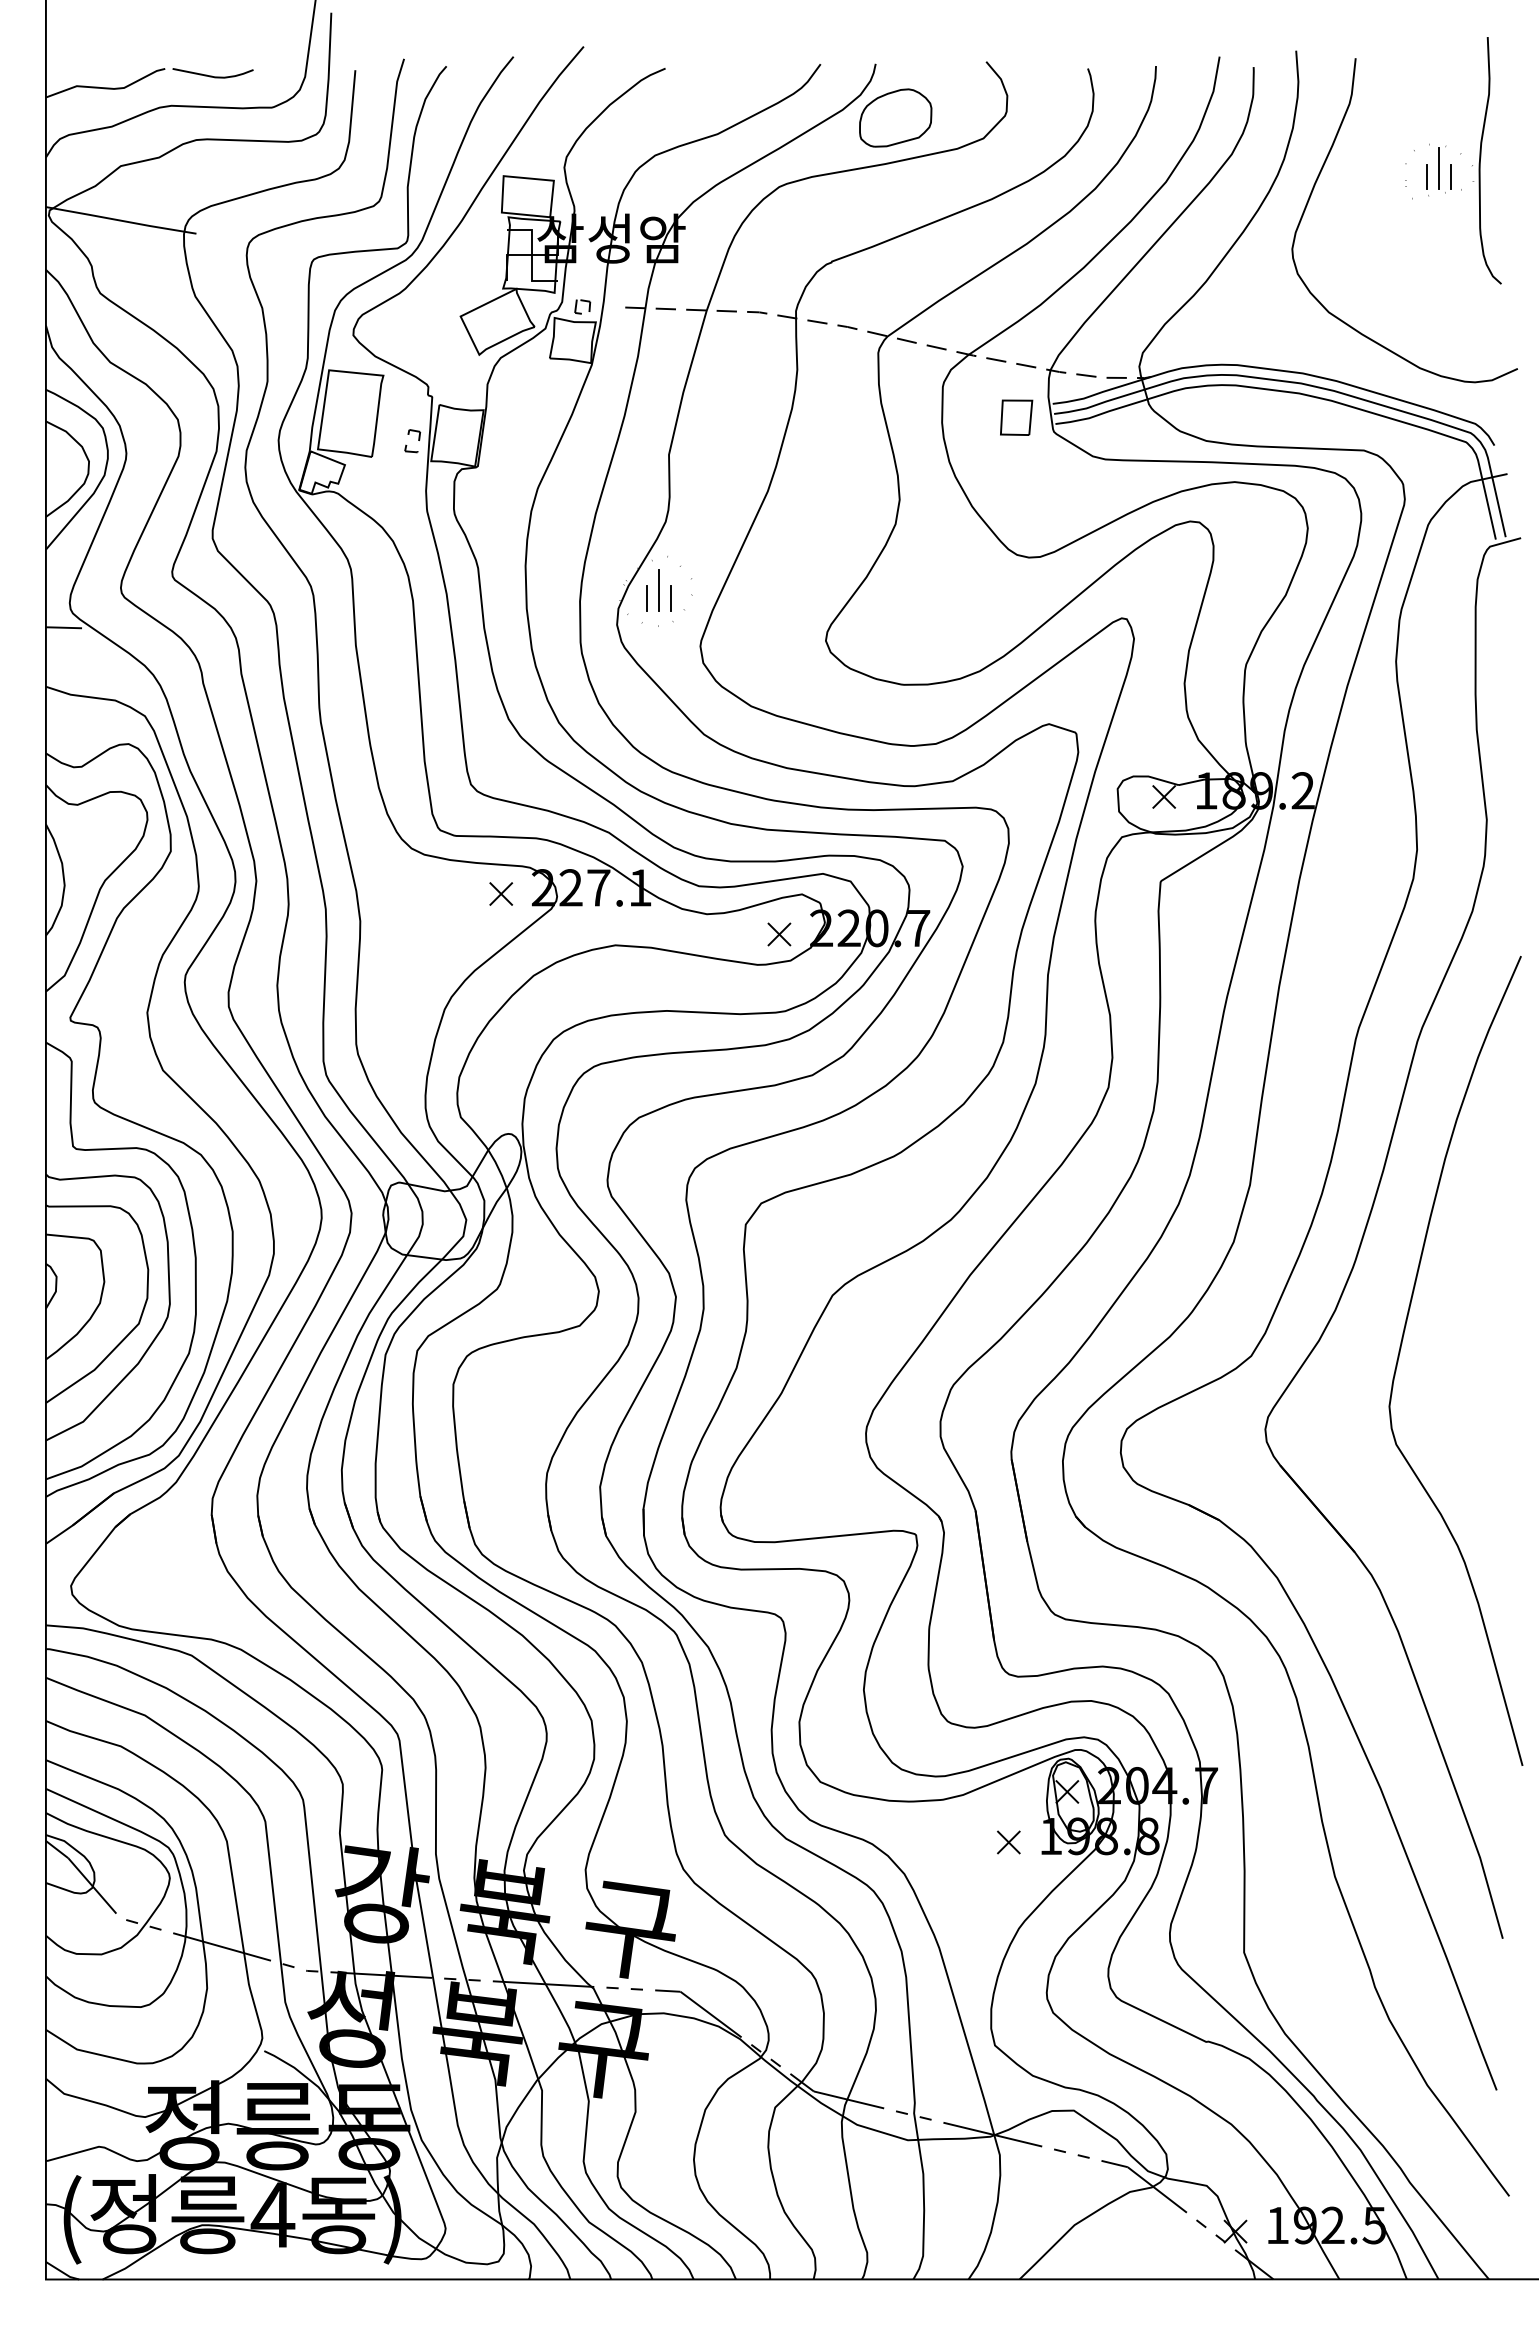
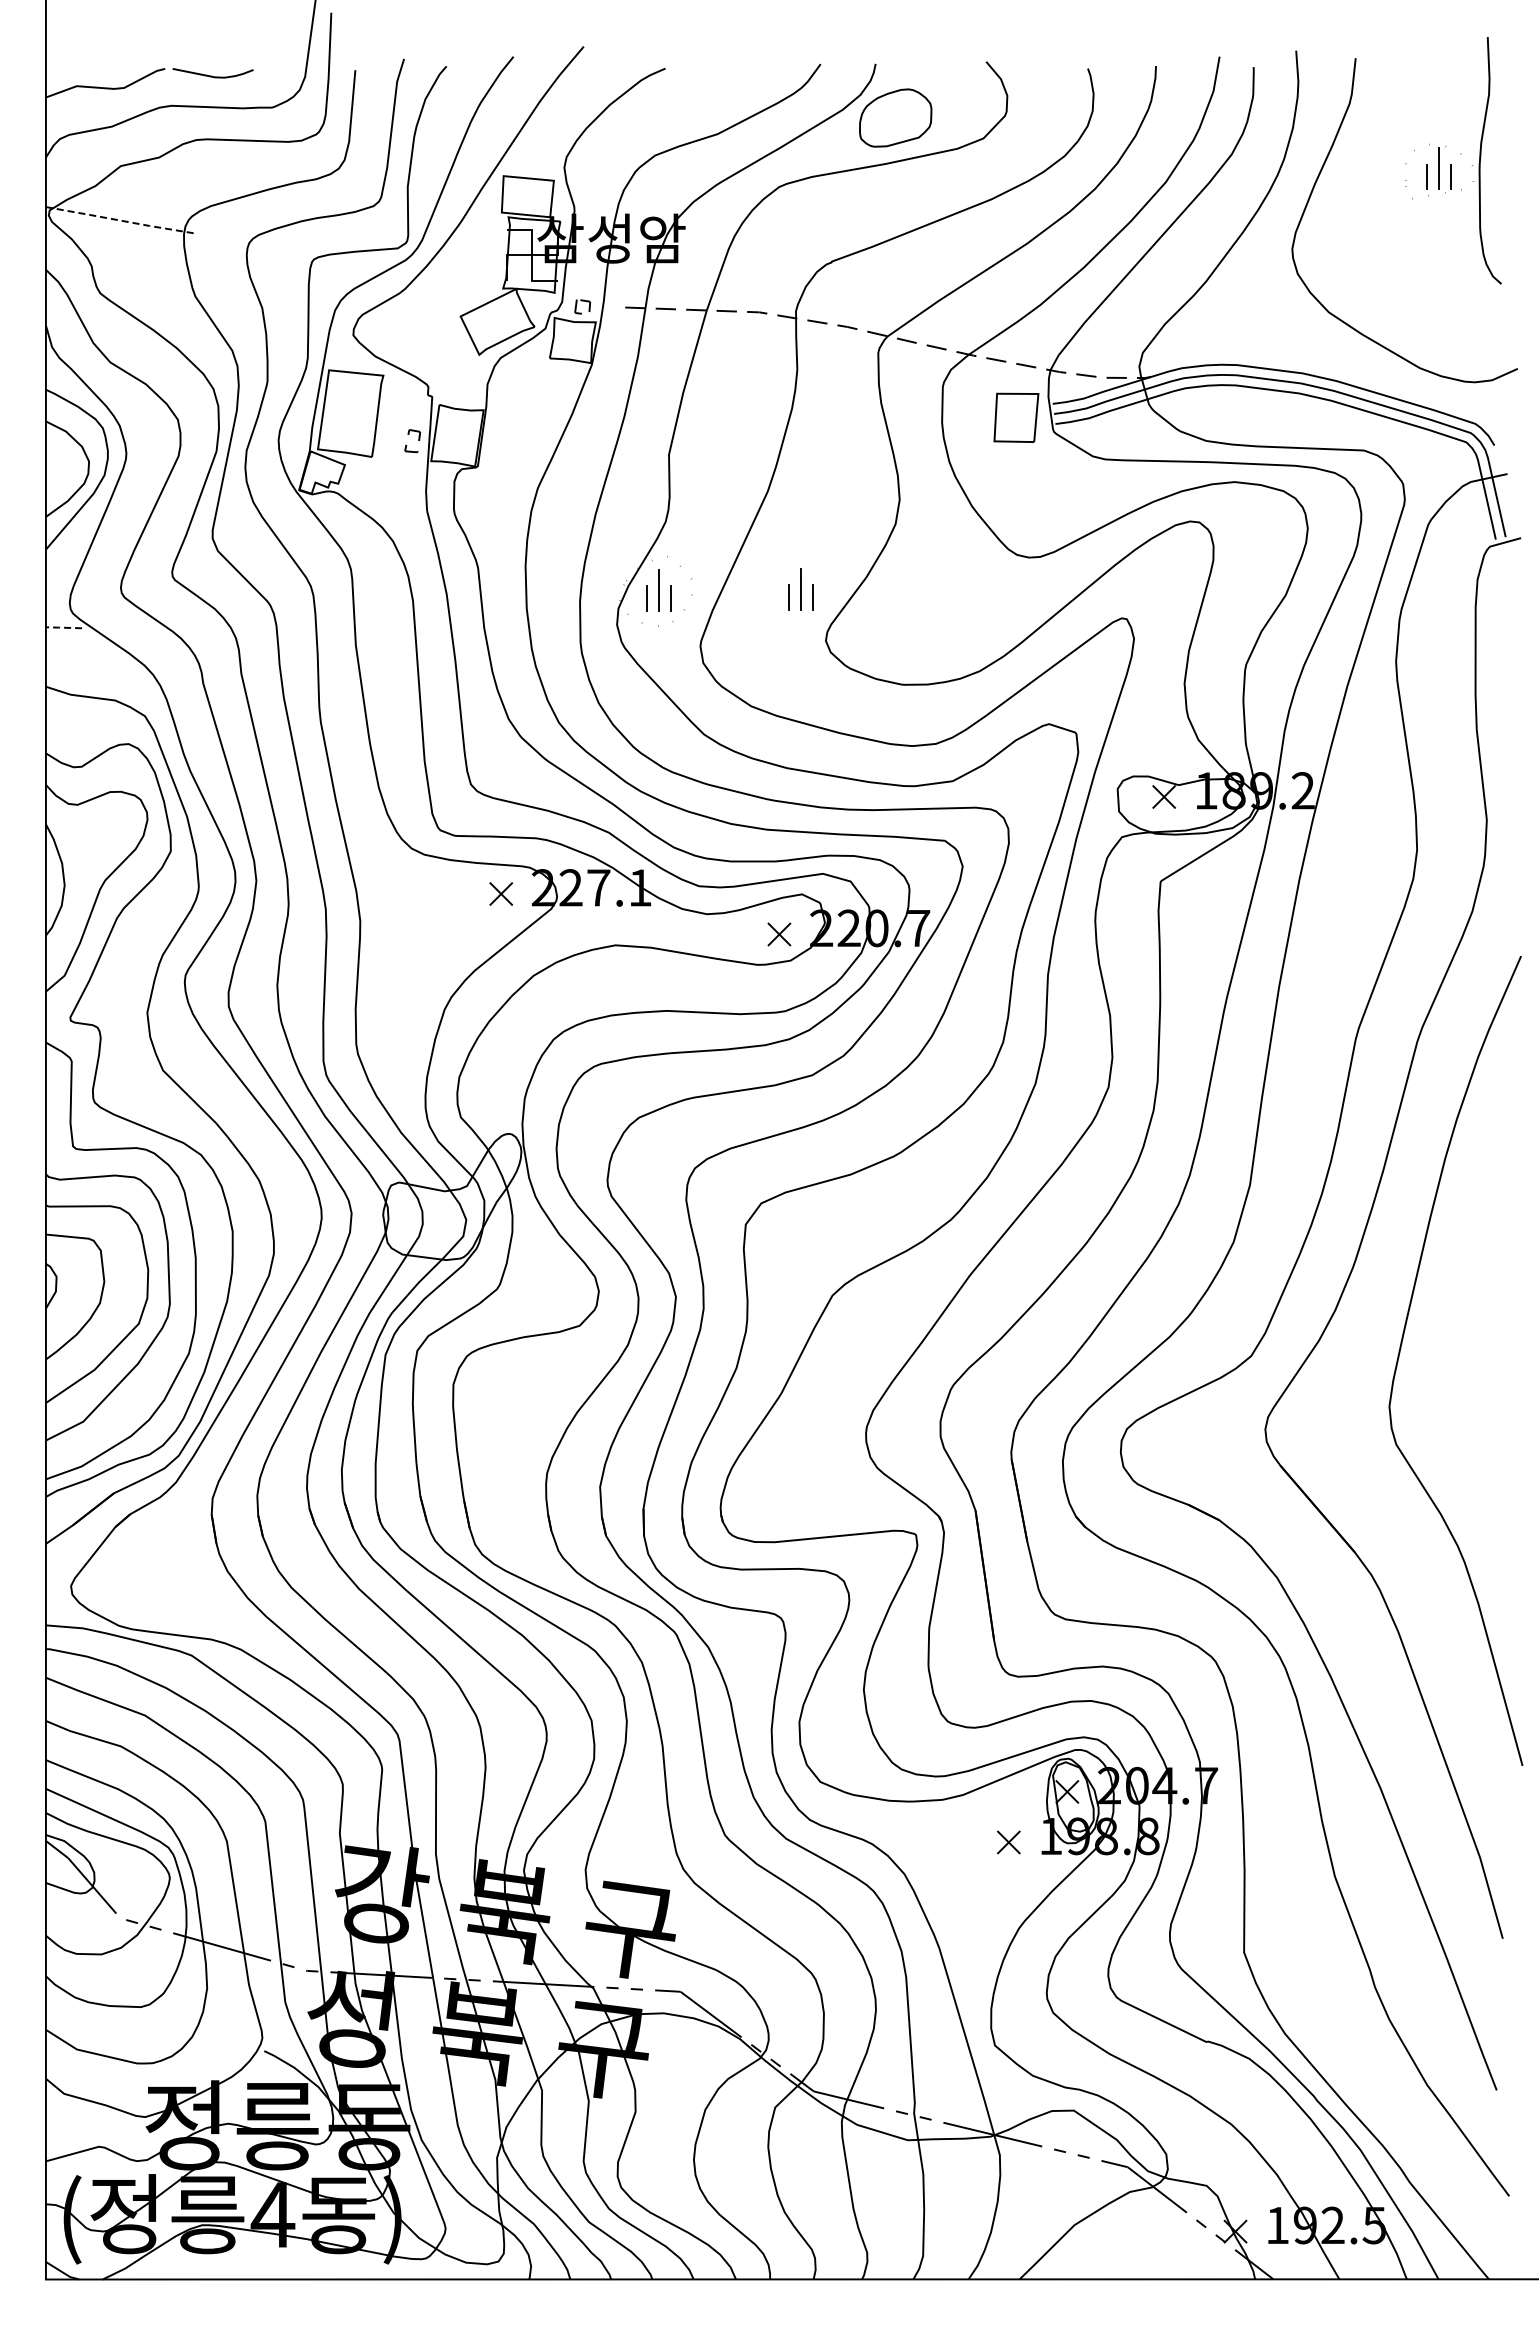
line at (121, 220): solid -> dashed
part at (1016, 417) size: 34x37 px -> 47x51 px
part at (800, 589): none -> present
line at (63, 627): solid -> dashed
